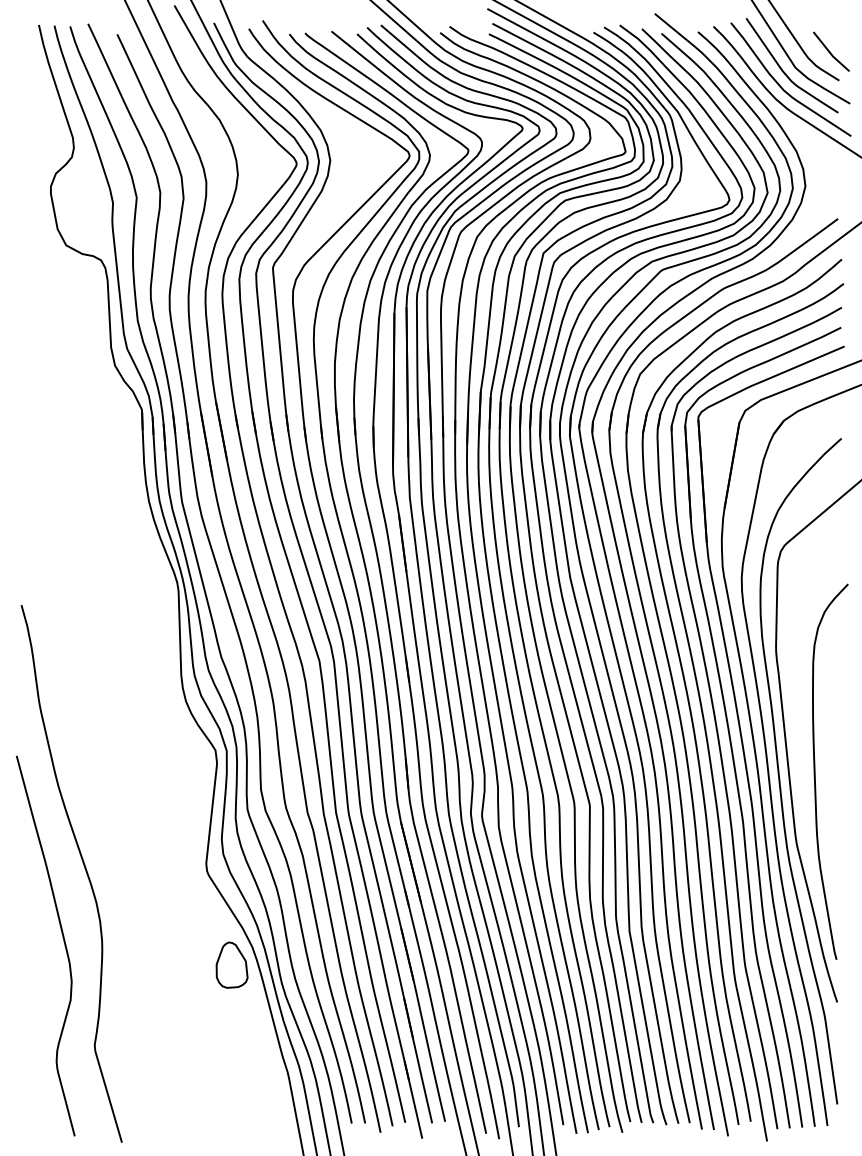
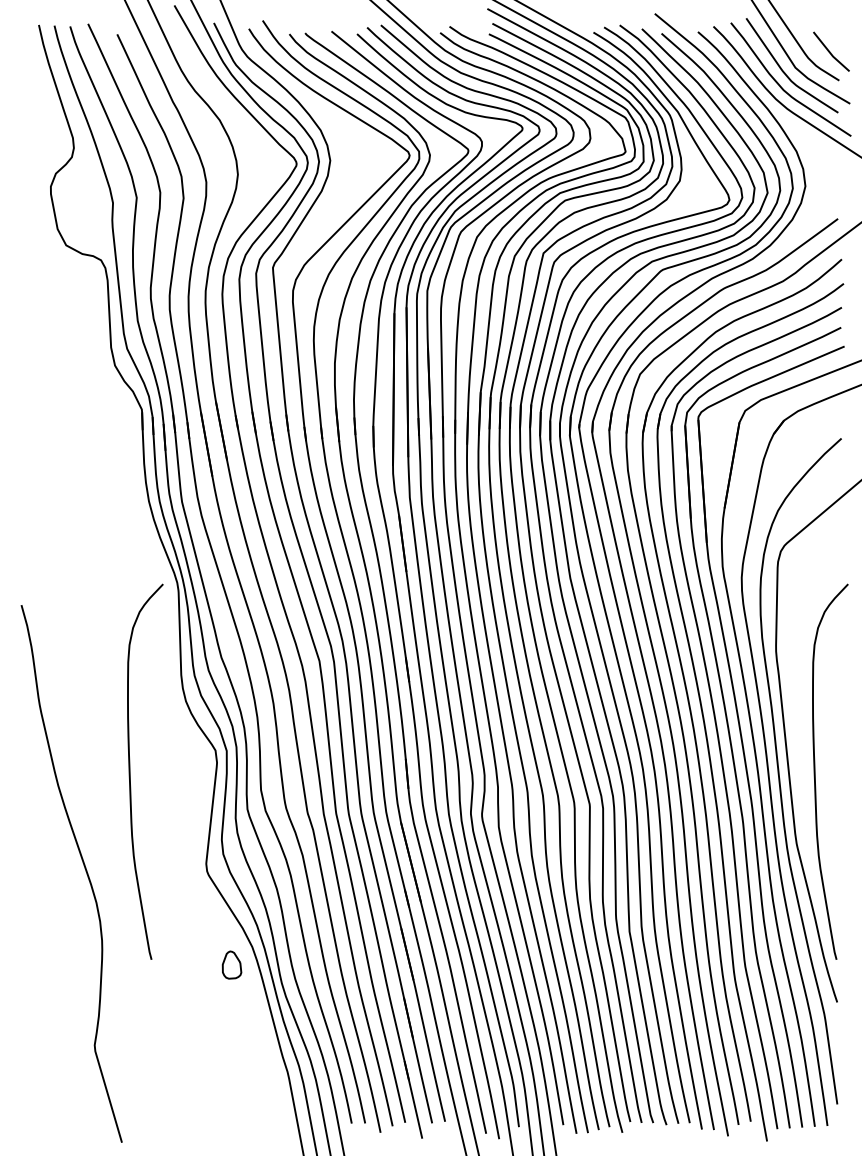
curve at (130, 771): none -> present
curve at (63, 942): present -> none
part at (231, 964) size: 34x48 px -> 22x30 px
